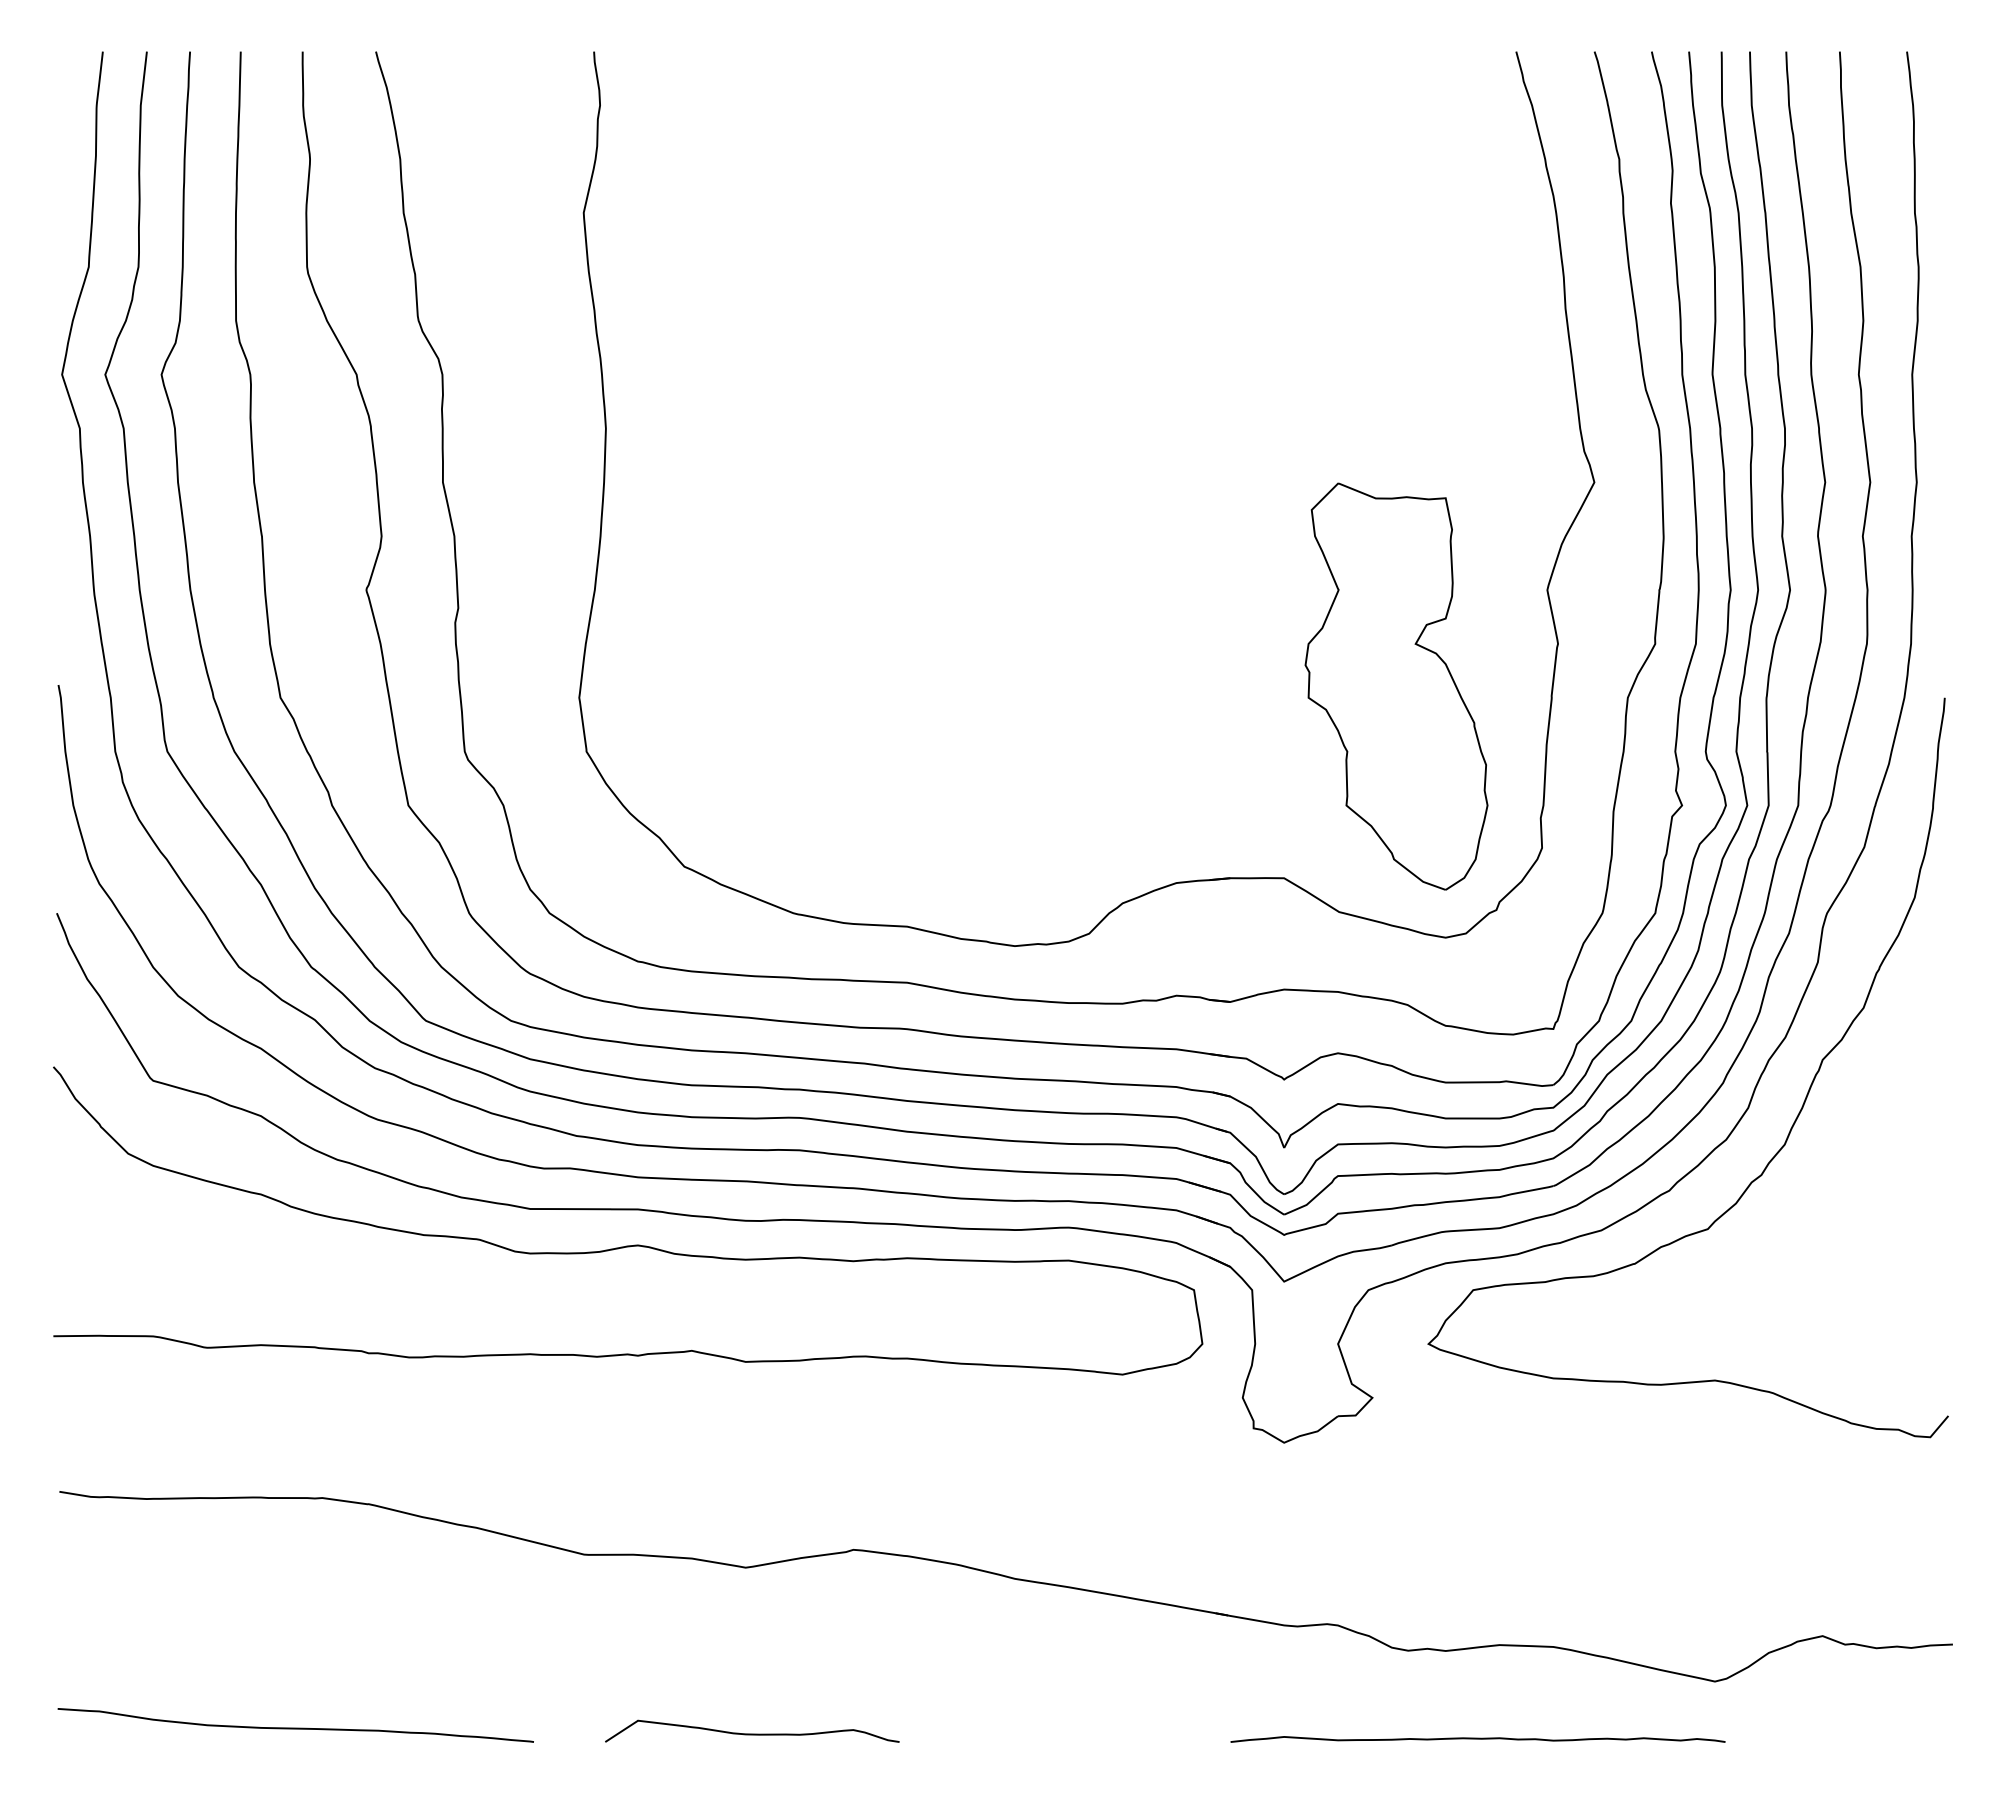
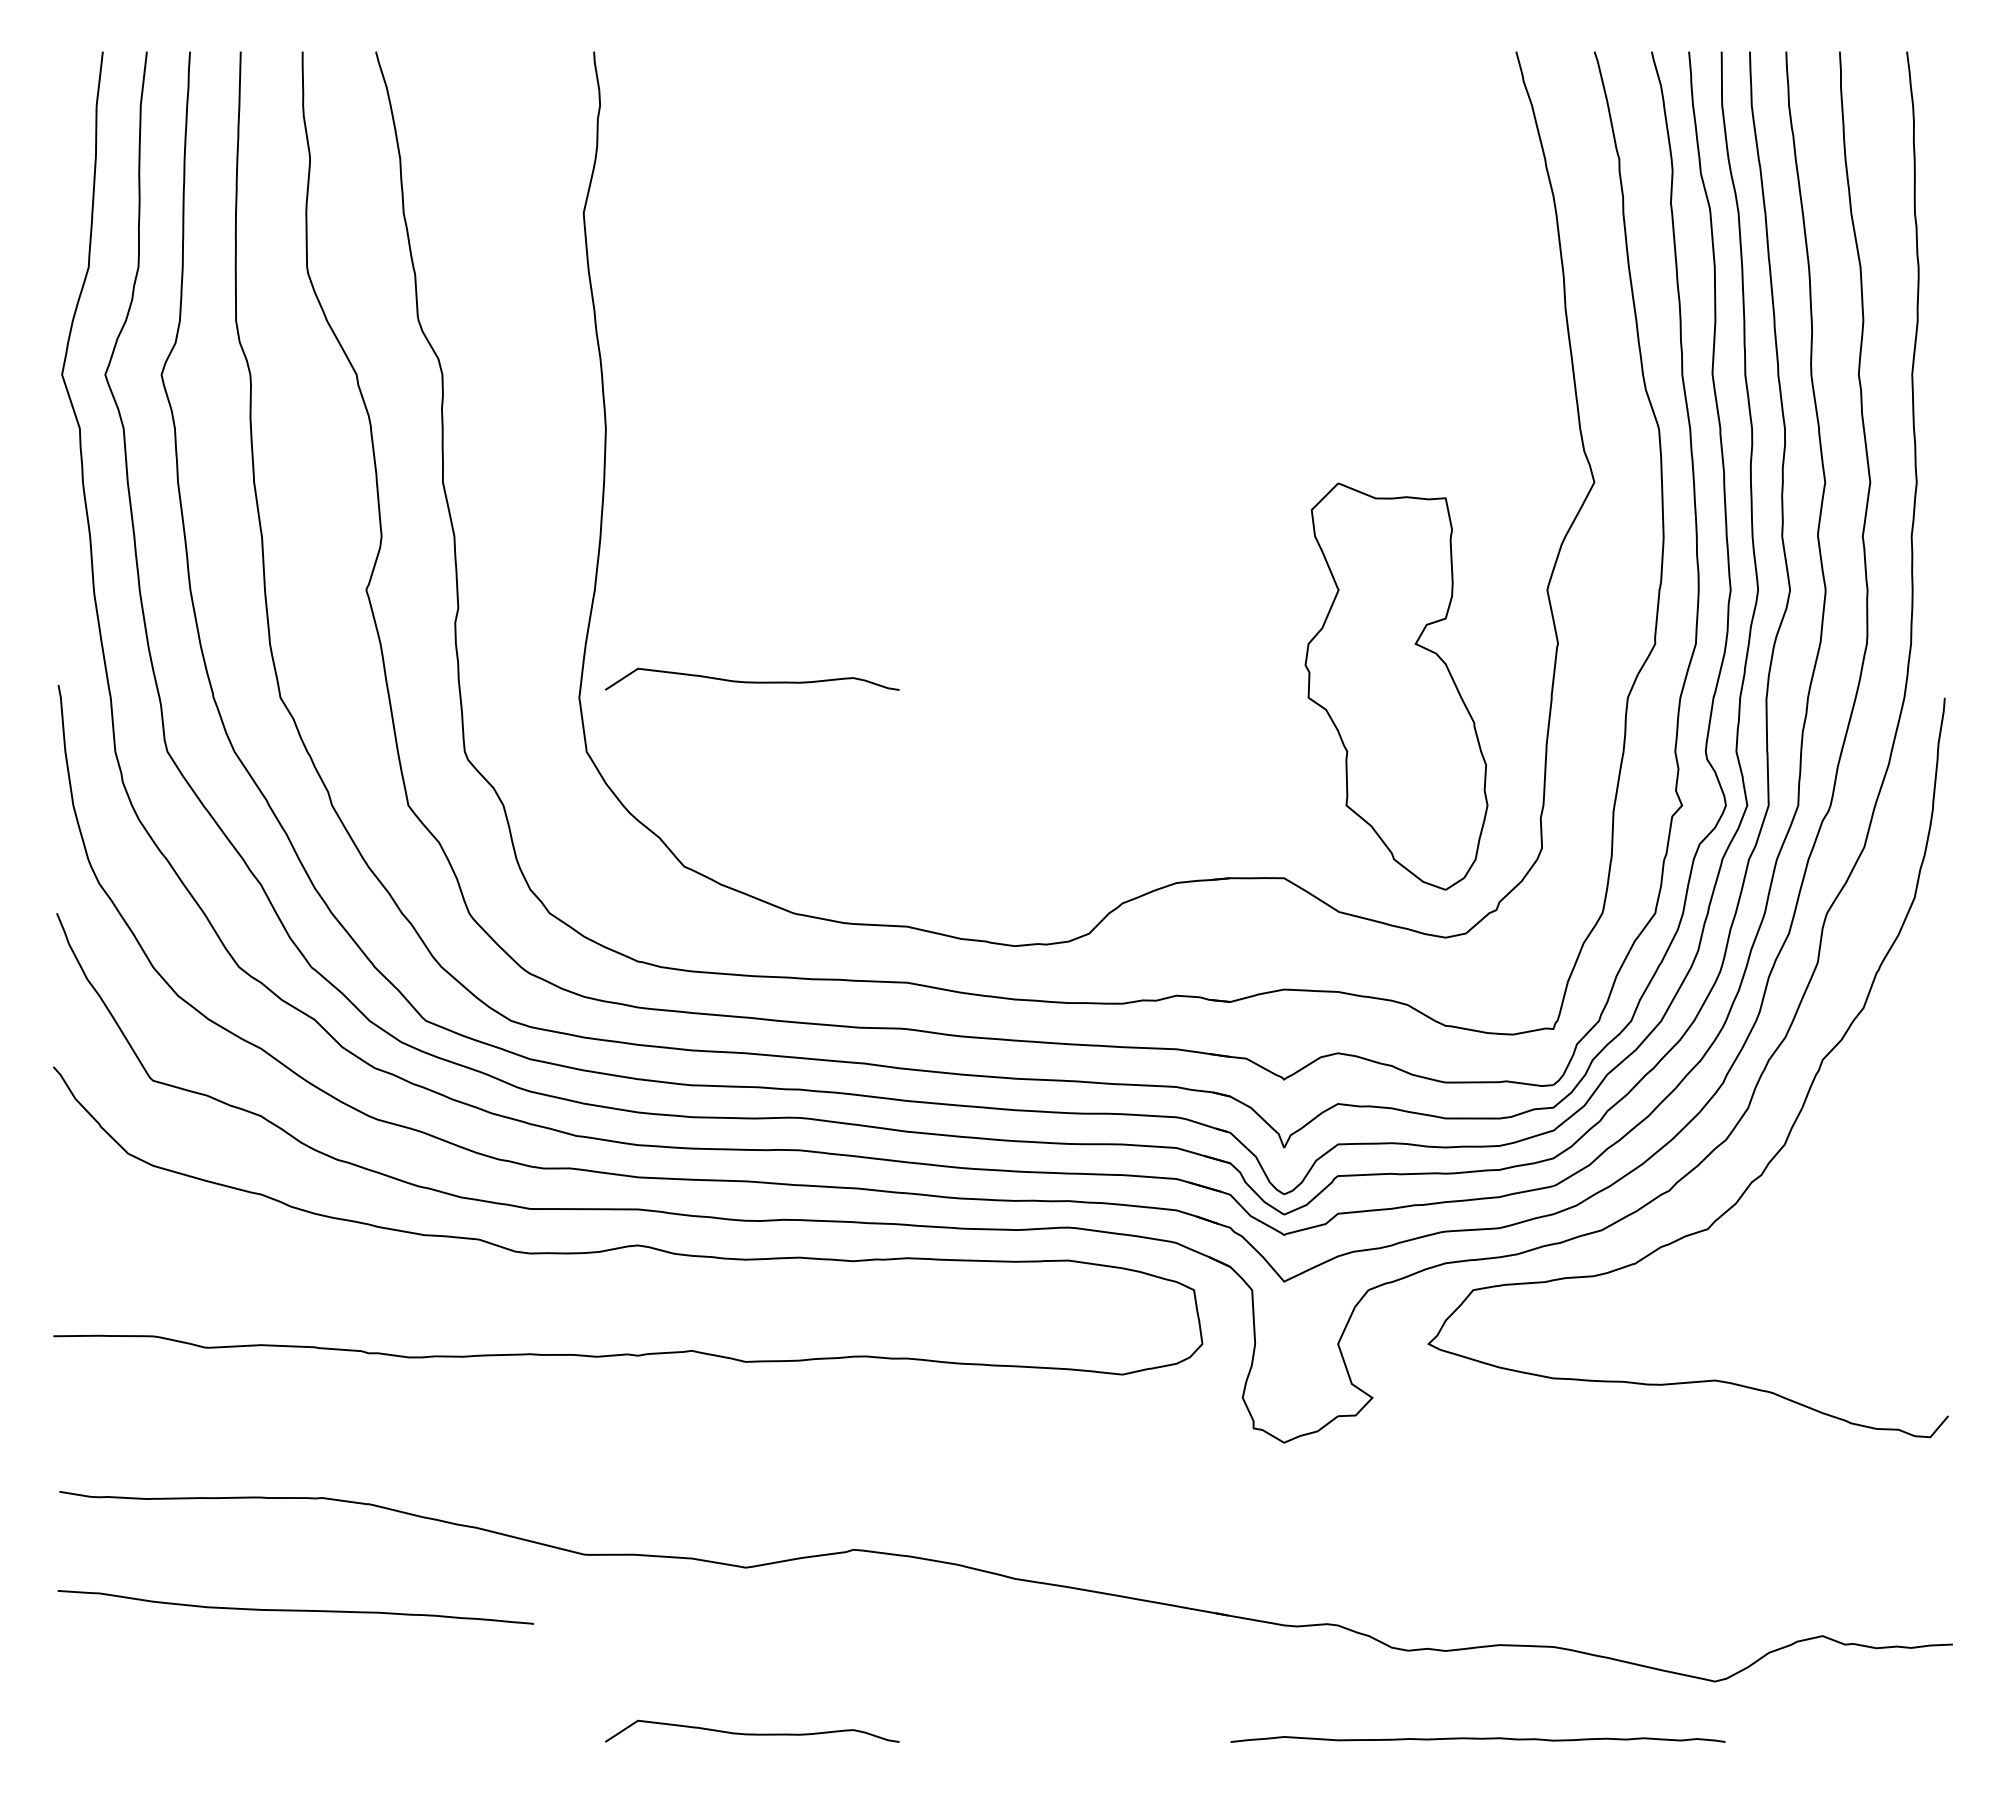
curve at (752, 681): none -> present
curve at (295, 1727) position: (295, 1727) -> (295, 1609)
